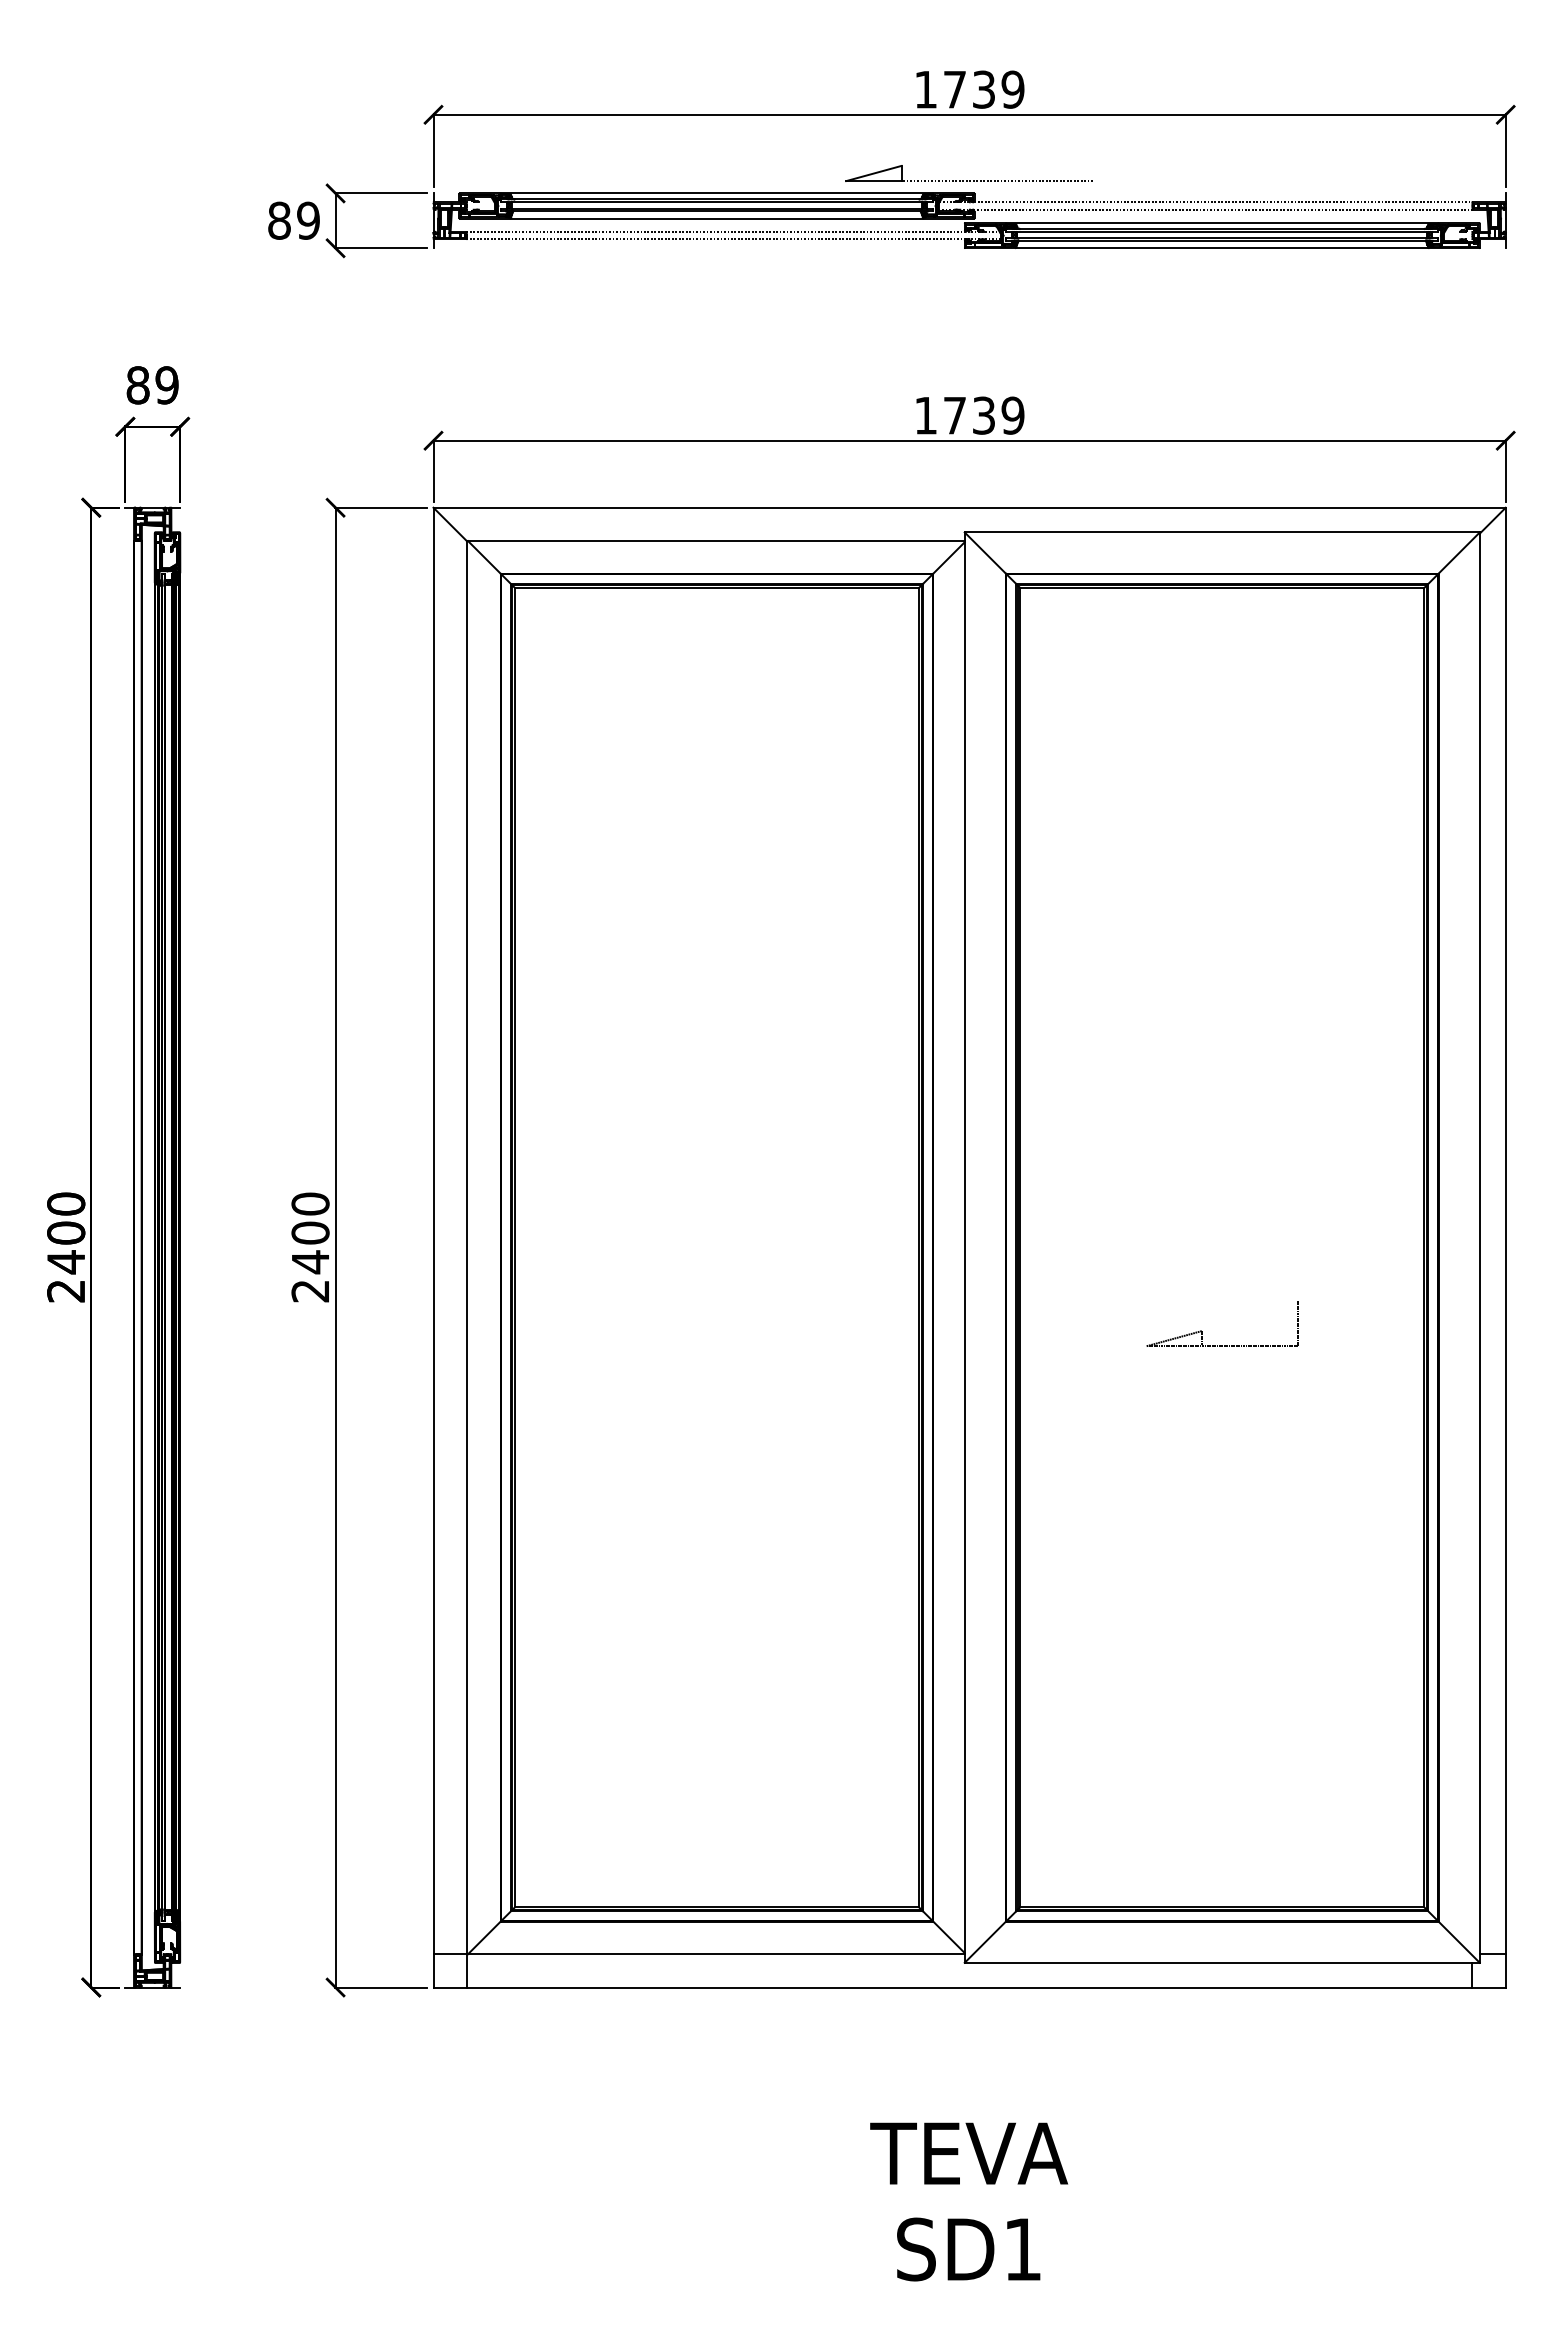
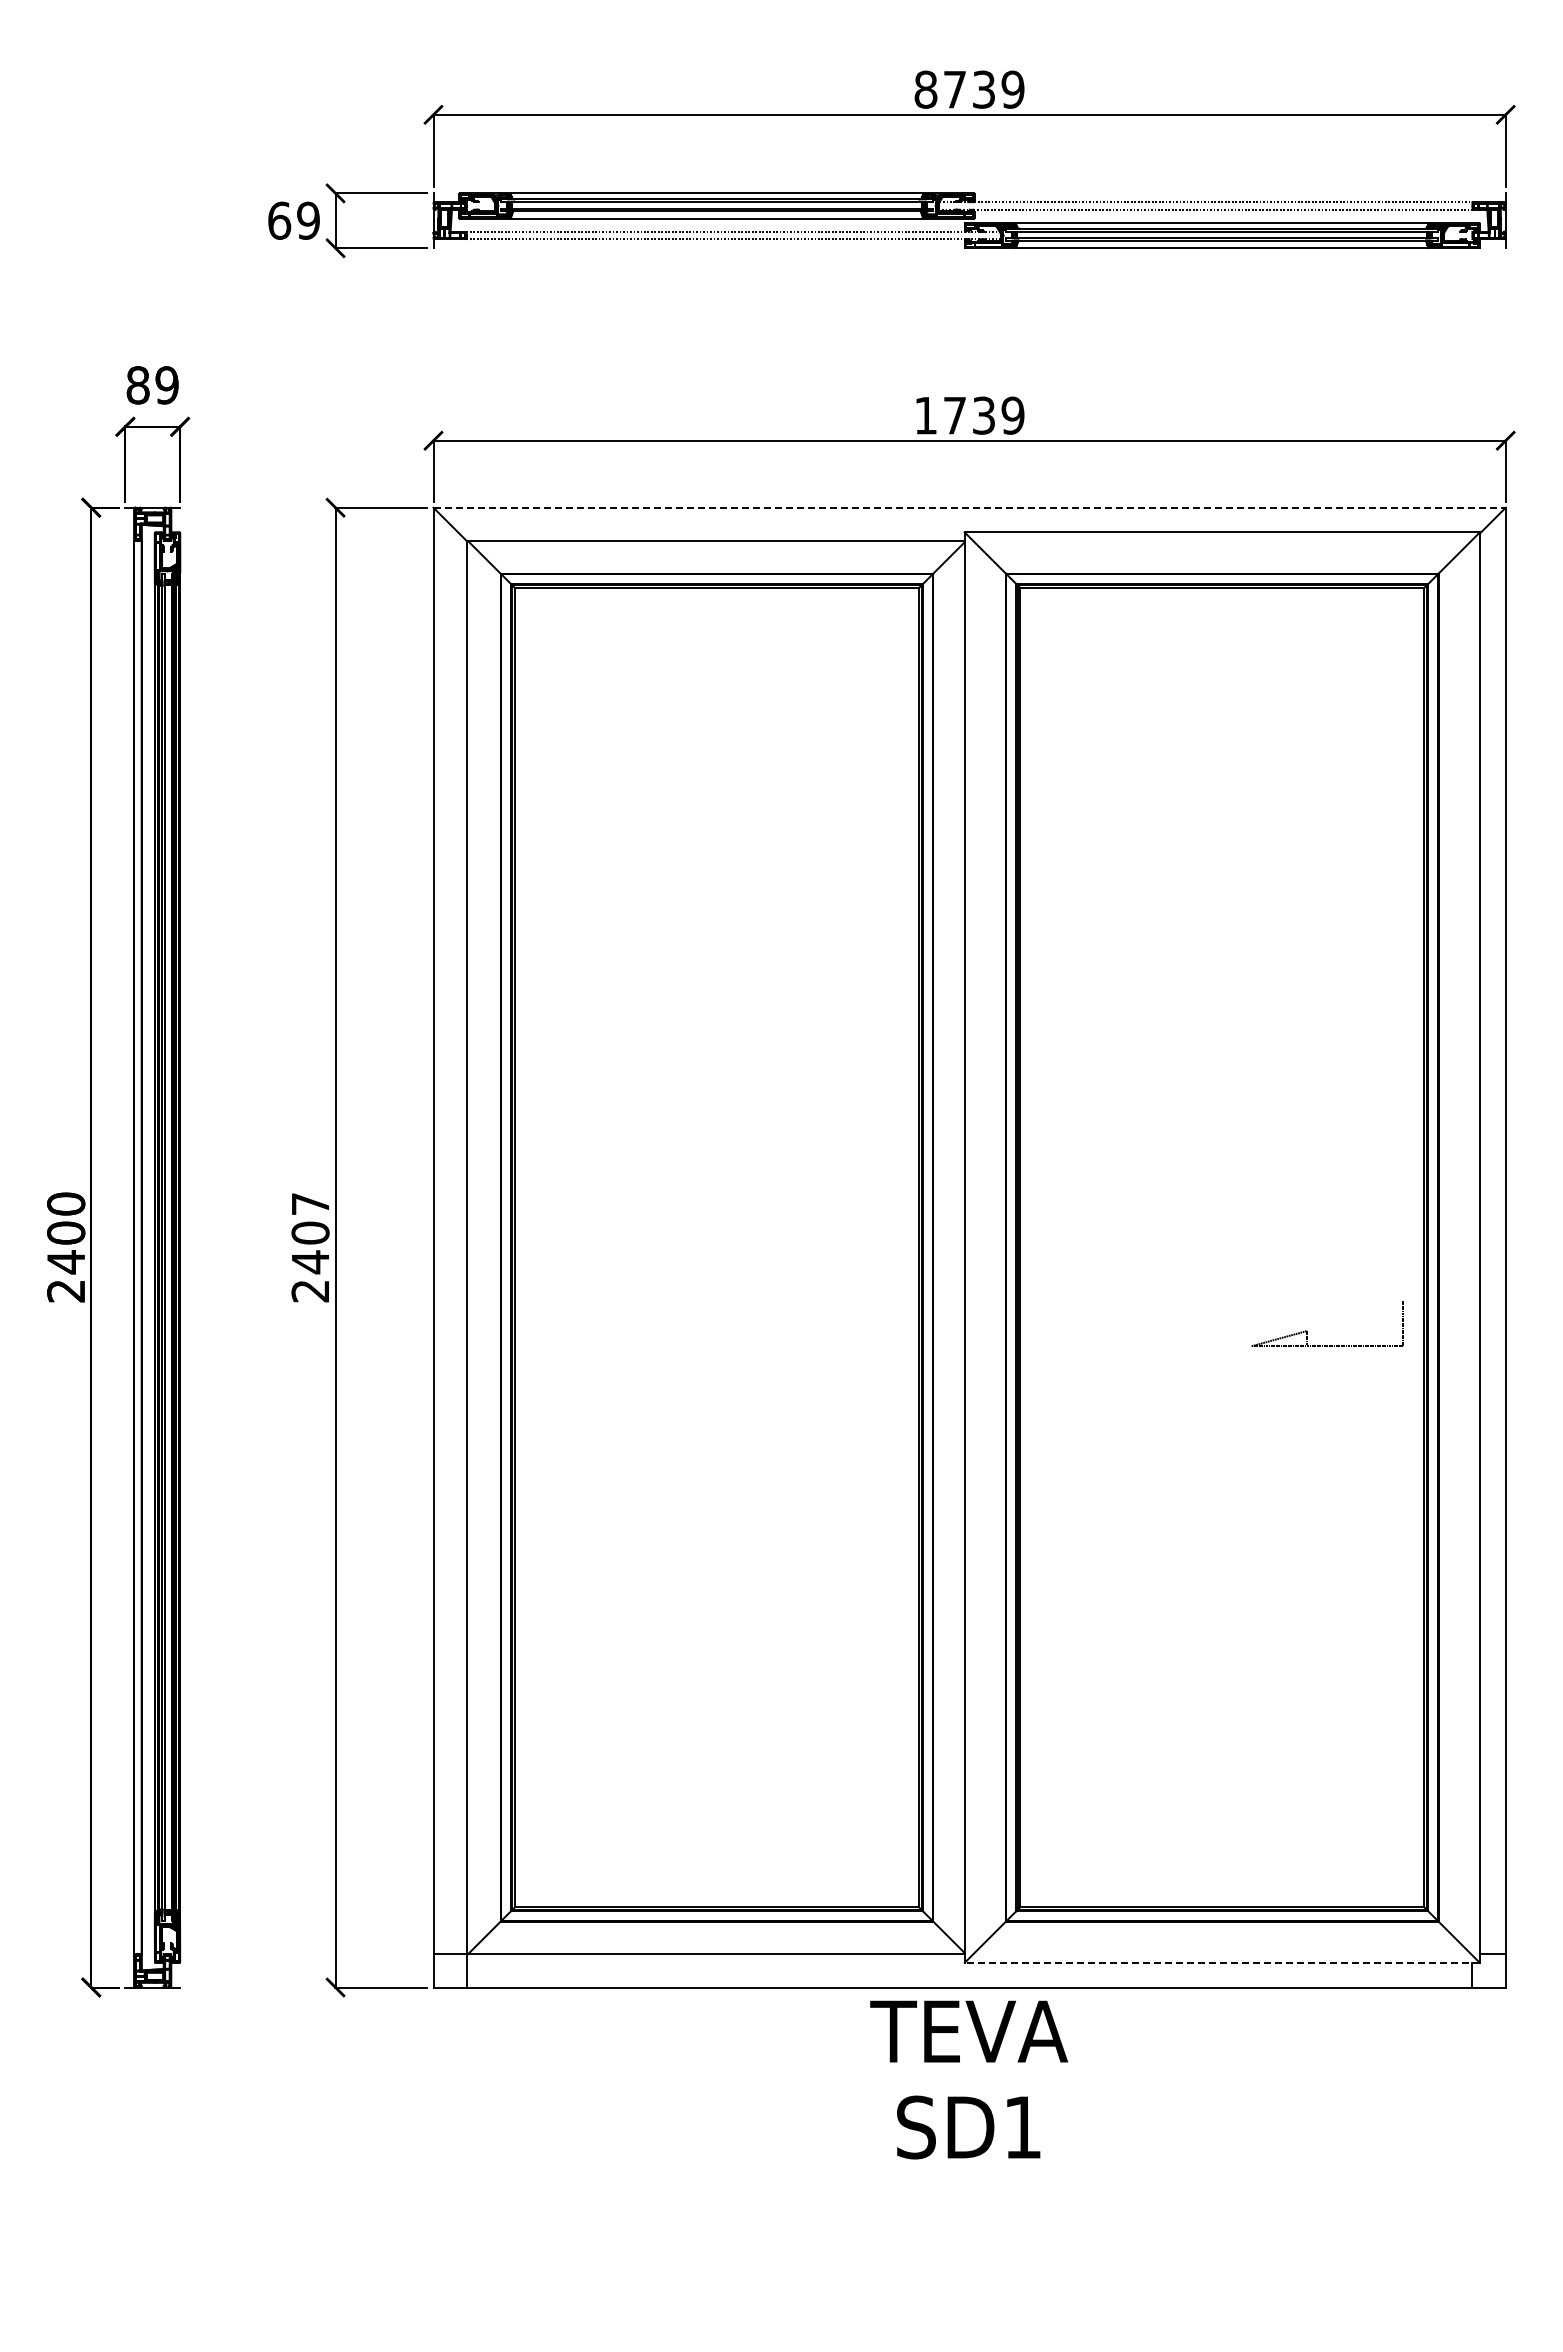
text at (925, 89): 1739 -> 8739
part at (967, 180): present -> none
text at (279, 220): 89 -> 69
line at (970, 507): solid -> dashed
text at (310, 1203): 2400 -> 2407
part at (1202, 1331) position: (1202, 1331) -> (1307, 1331)
line at (1222, 1962): solid -> dashed
text at (969, 2201) position: (969, 2201) -> (969, 2079)
